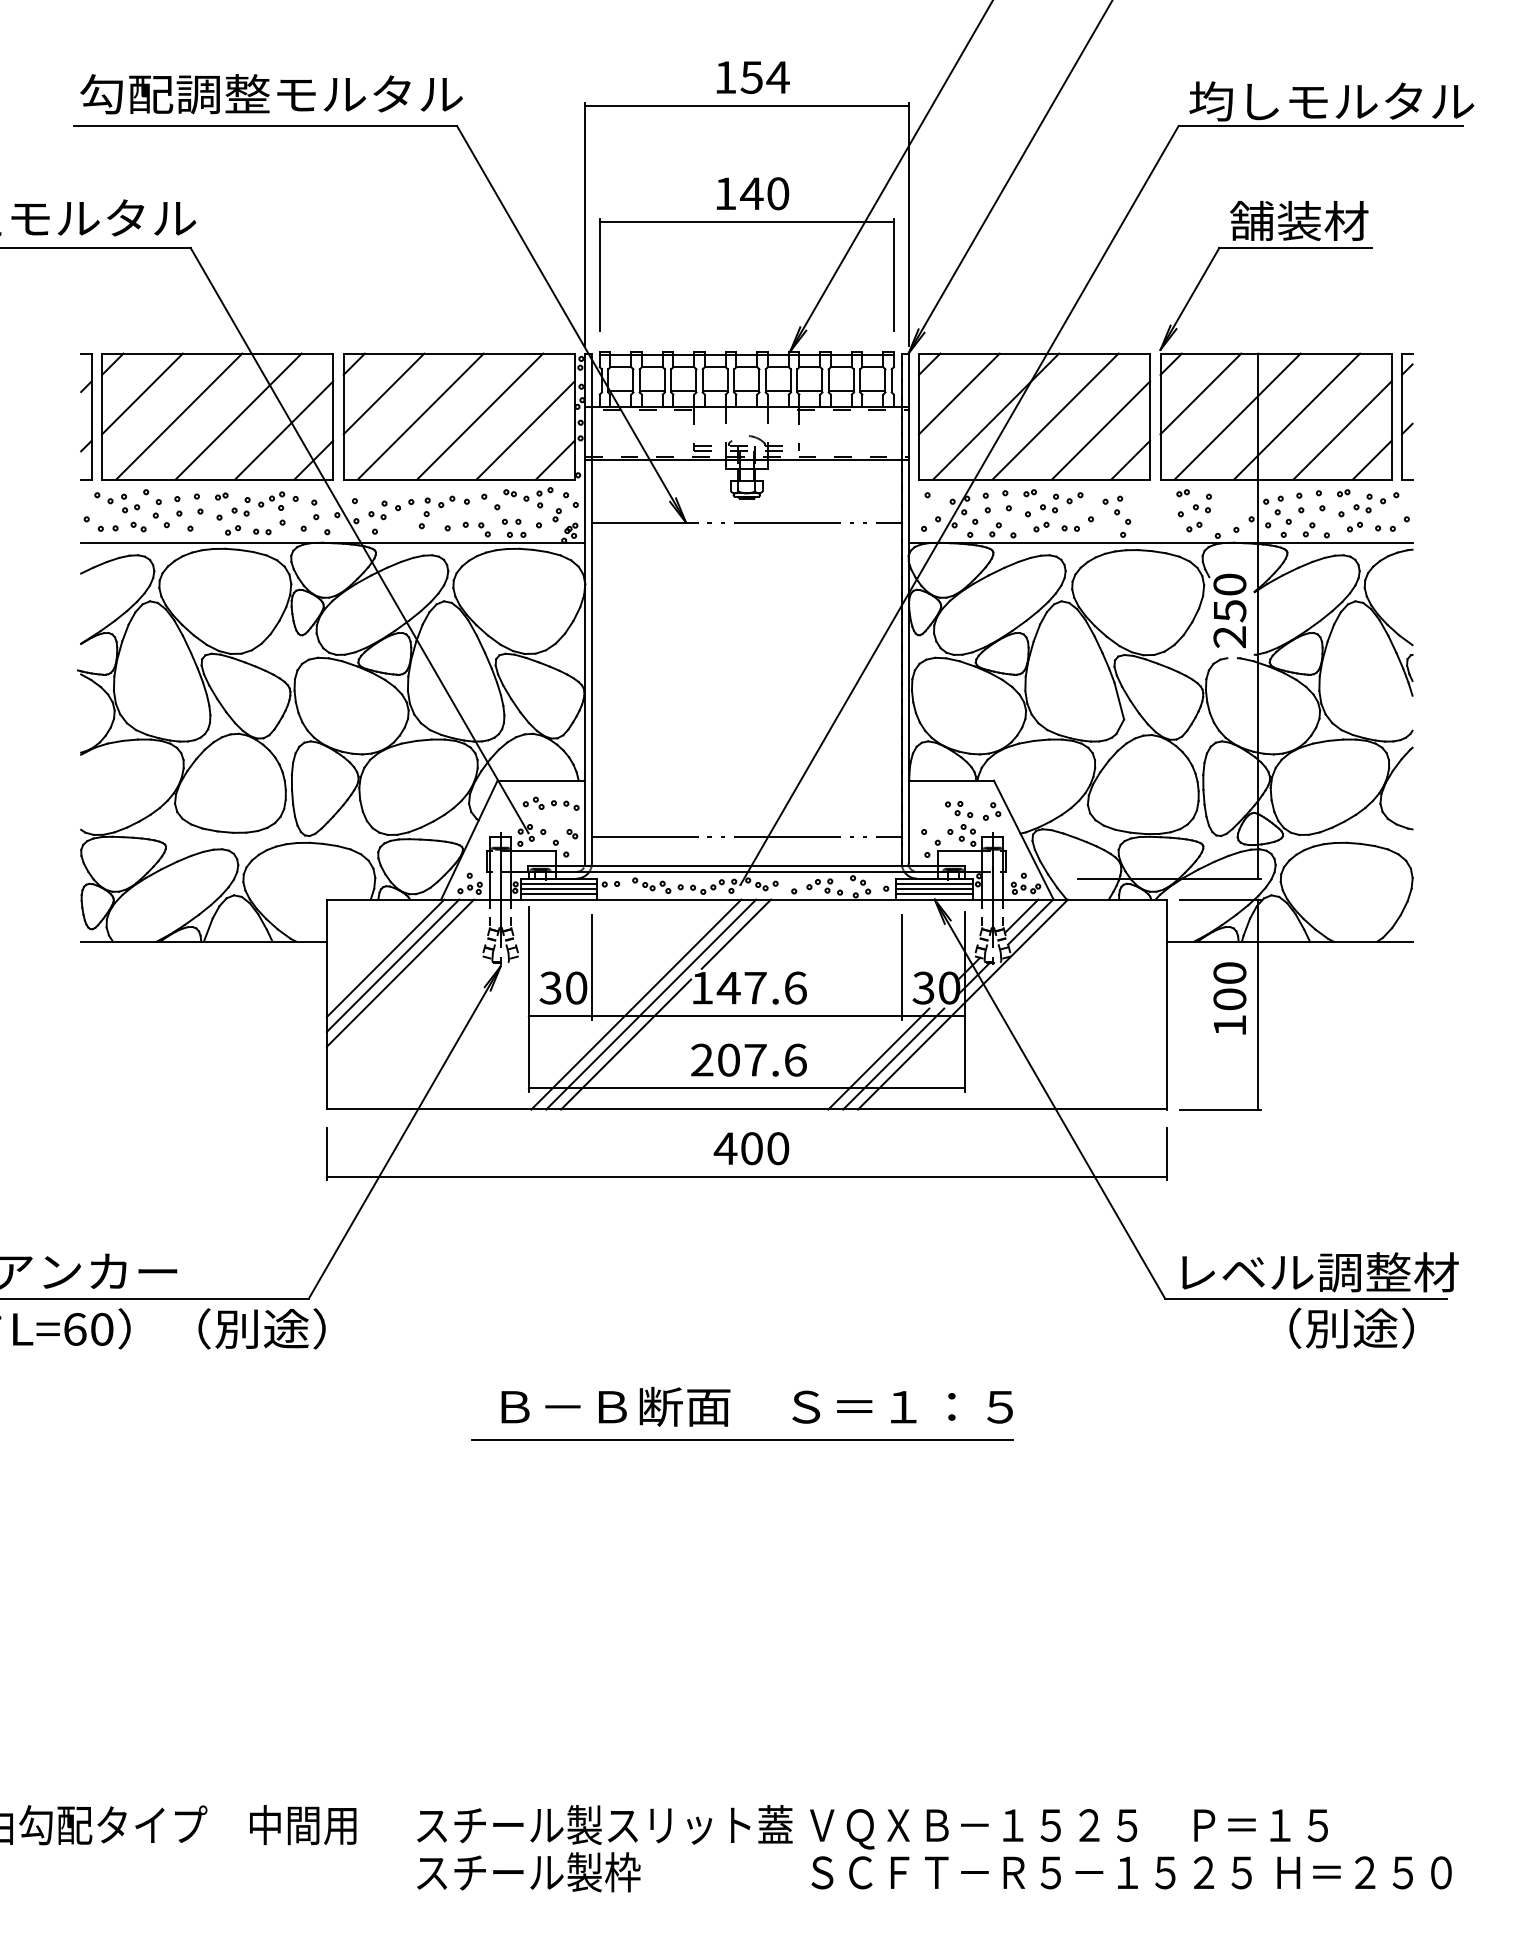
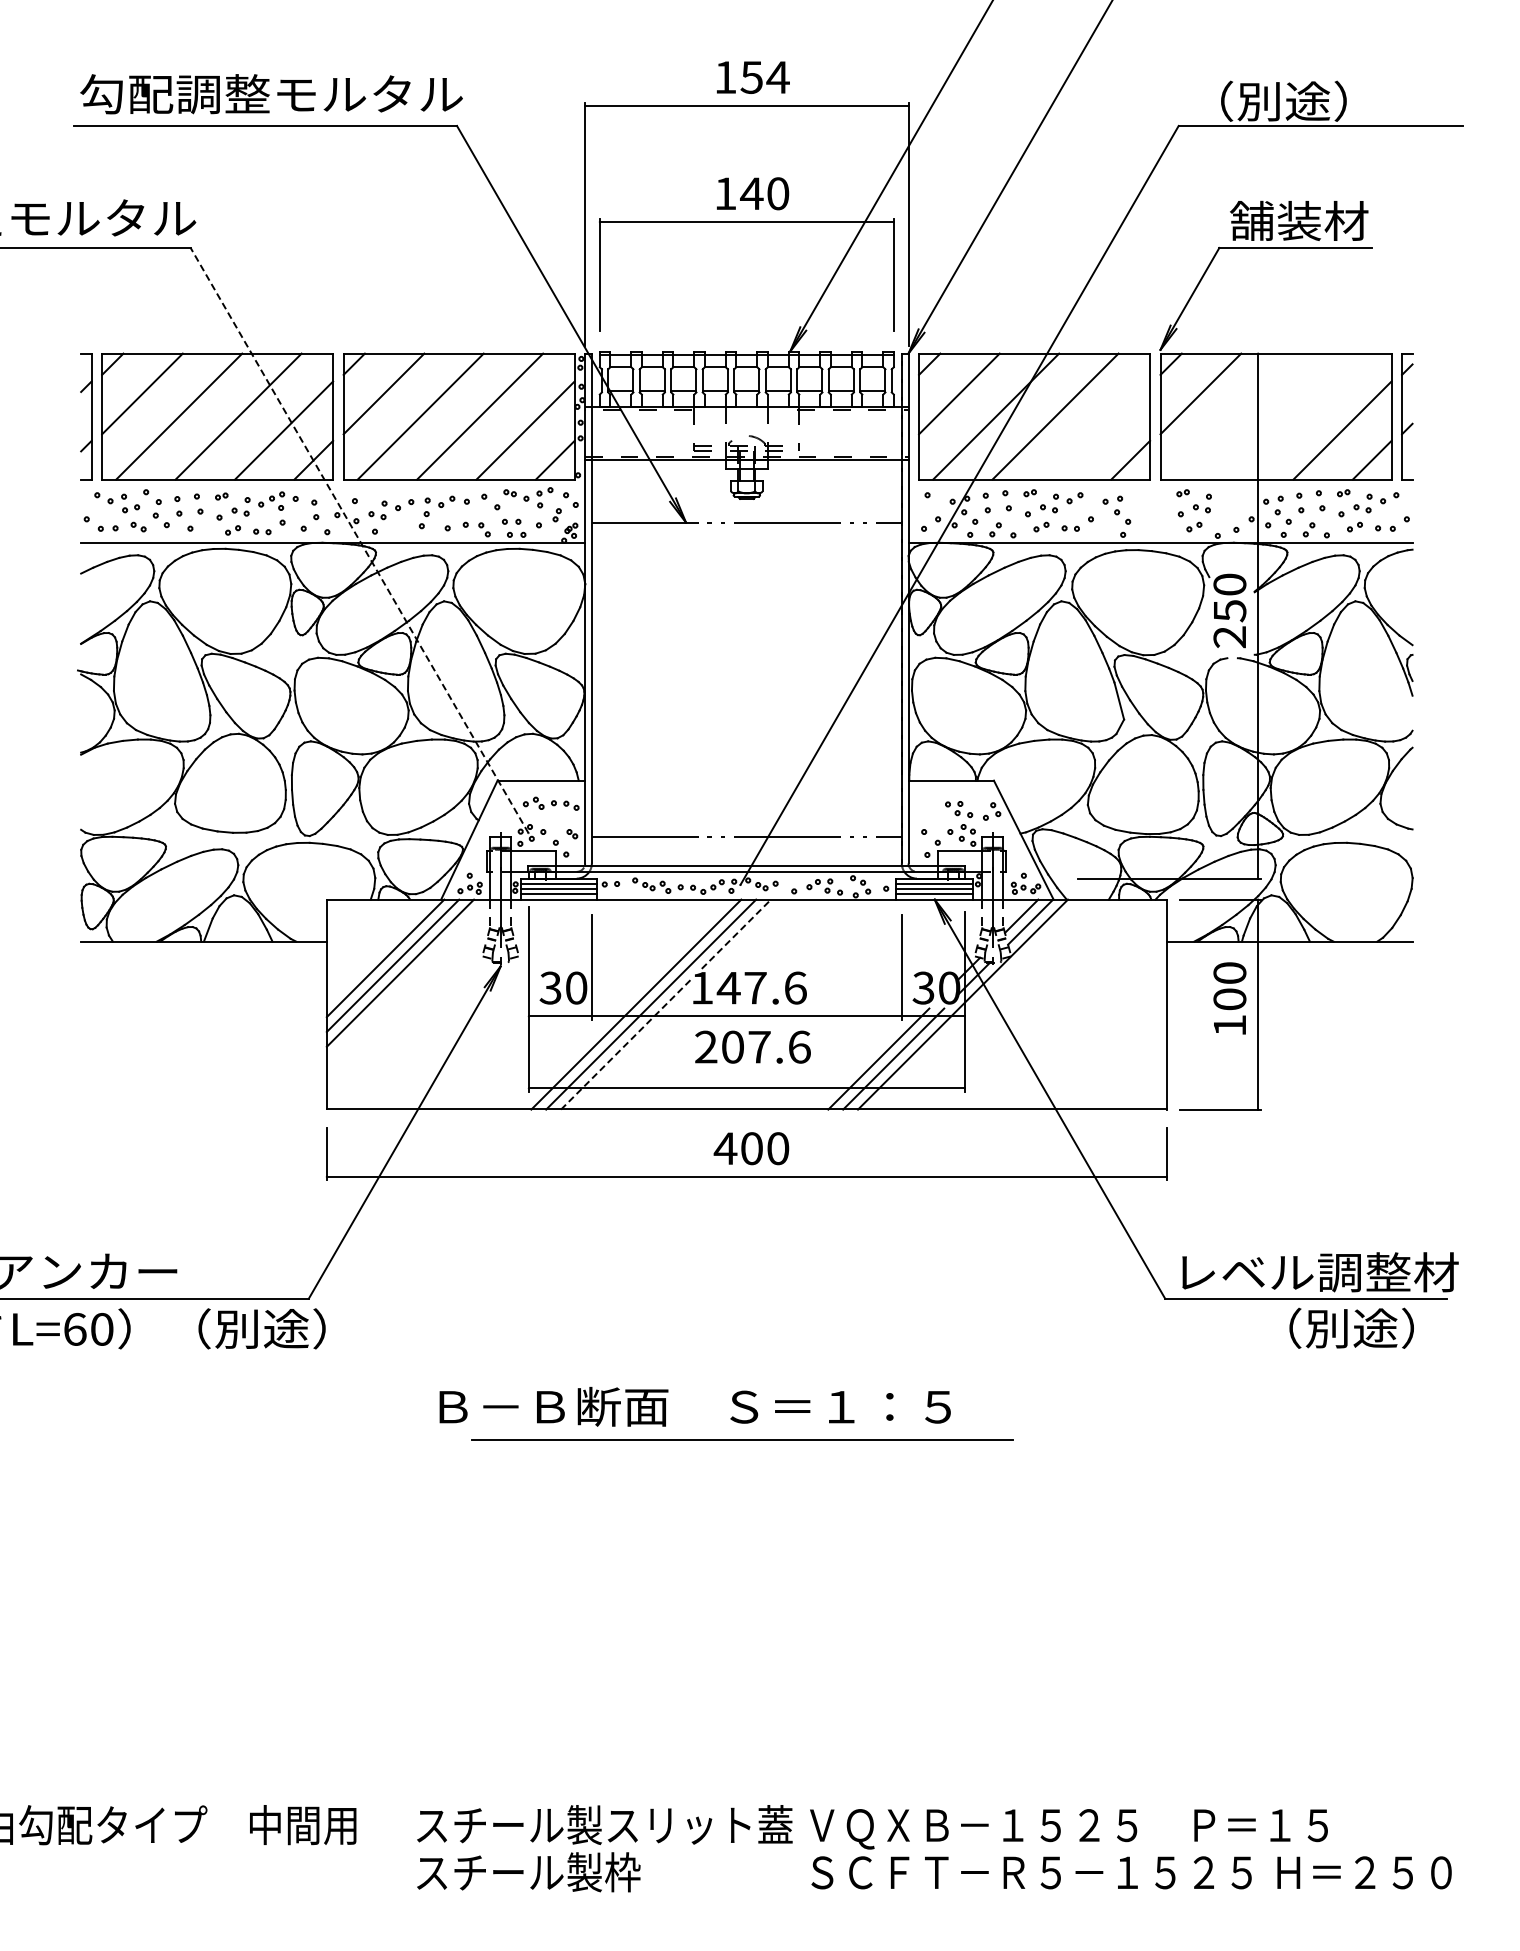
text at (1331, 100): 均しモルタル -> （別途）
line at (1237, 416): present -> none
line at (1297, 416): present -> none
line at (1100, 430): present -> none
line at (359, 540): solid -> dashed
line at (736, 934): solid -> dashed
line at (626, 1044): solid -> dashed
text at (748, 1059) position: (748, 1059) -> (752, 1046)
text at (756, 1406) position: (756, 1406) -> (694, 1406)
